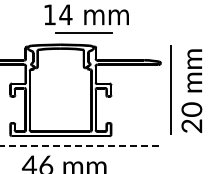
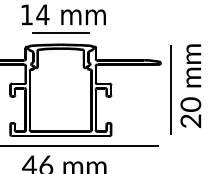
part at (86, 18) position: (86, 18) -> (63, 18)
text at (191, 90) position: (191, 90) -> (190, 85)
line at (79, 146): dashed -> solid
